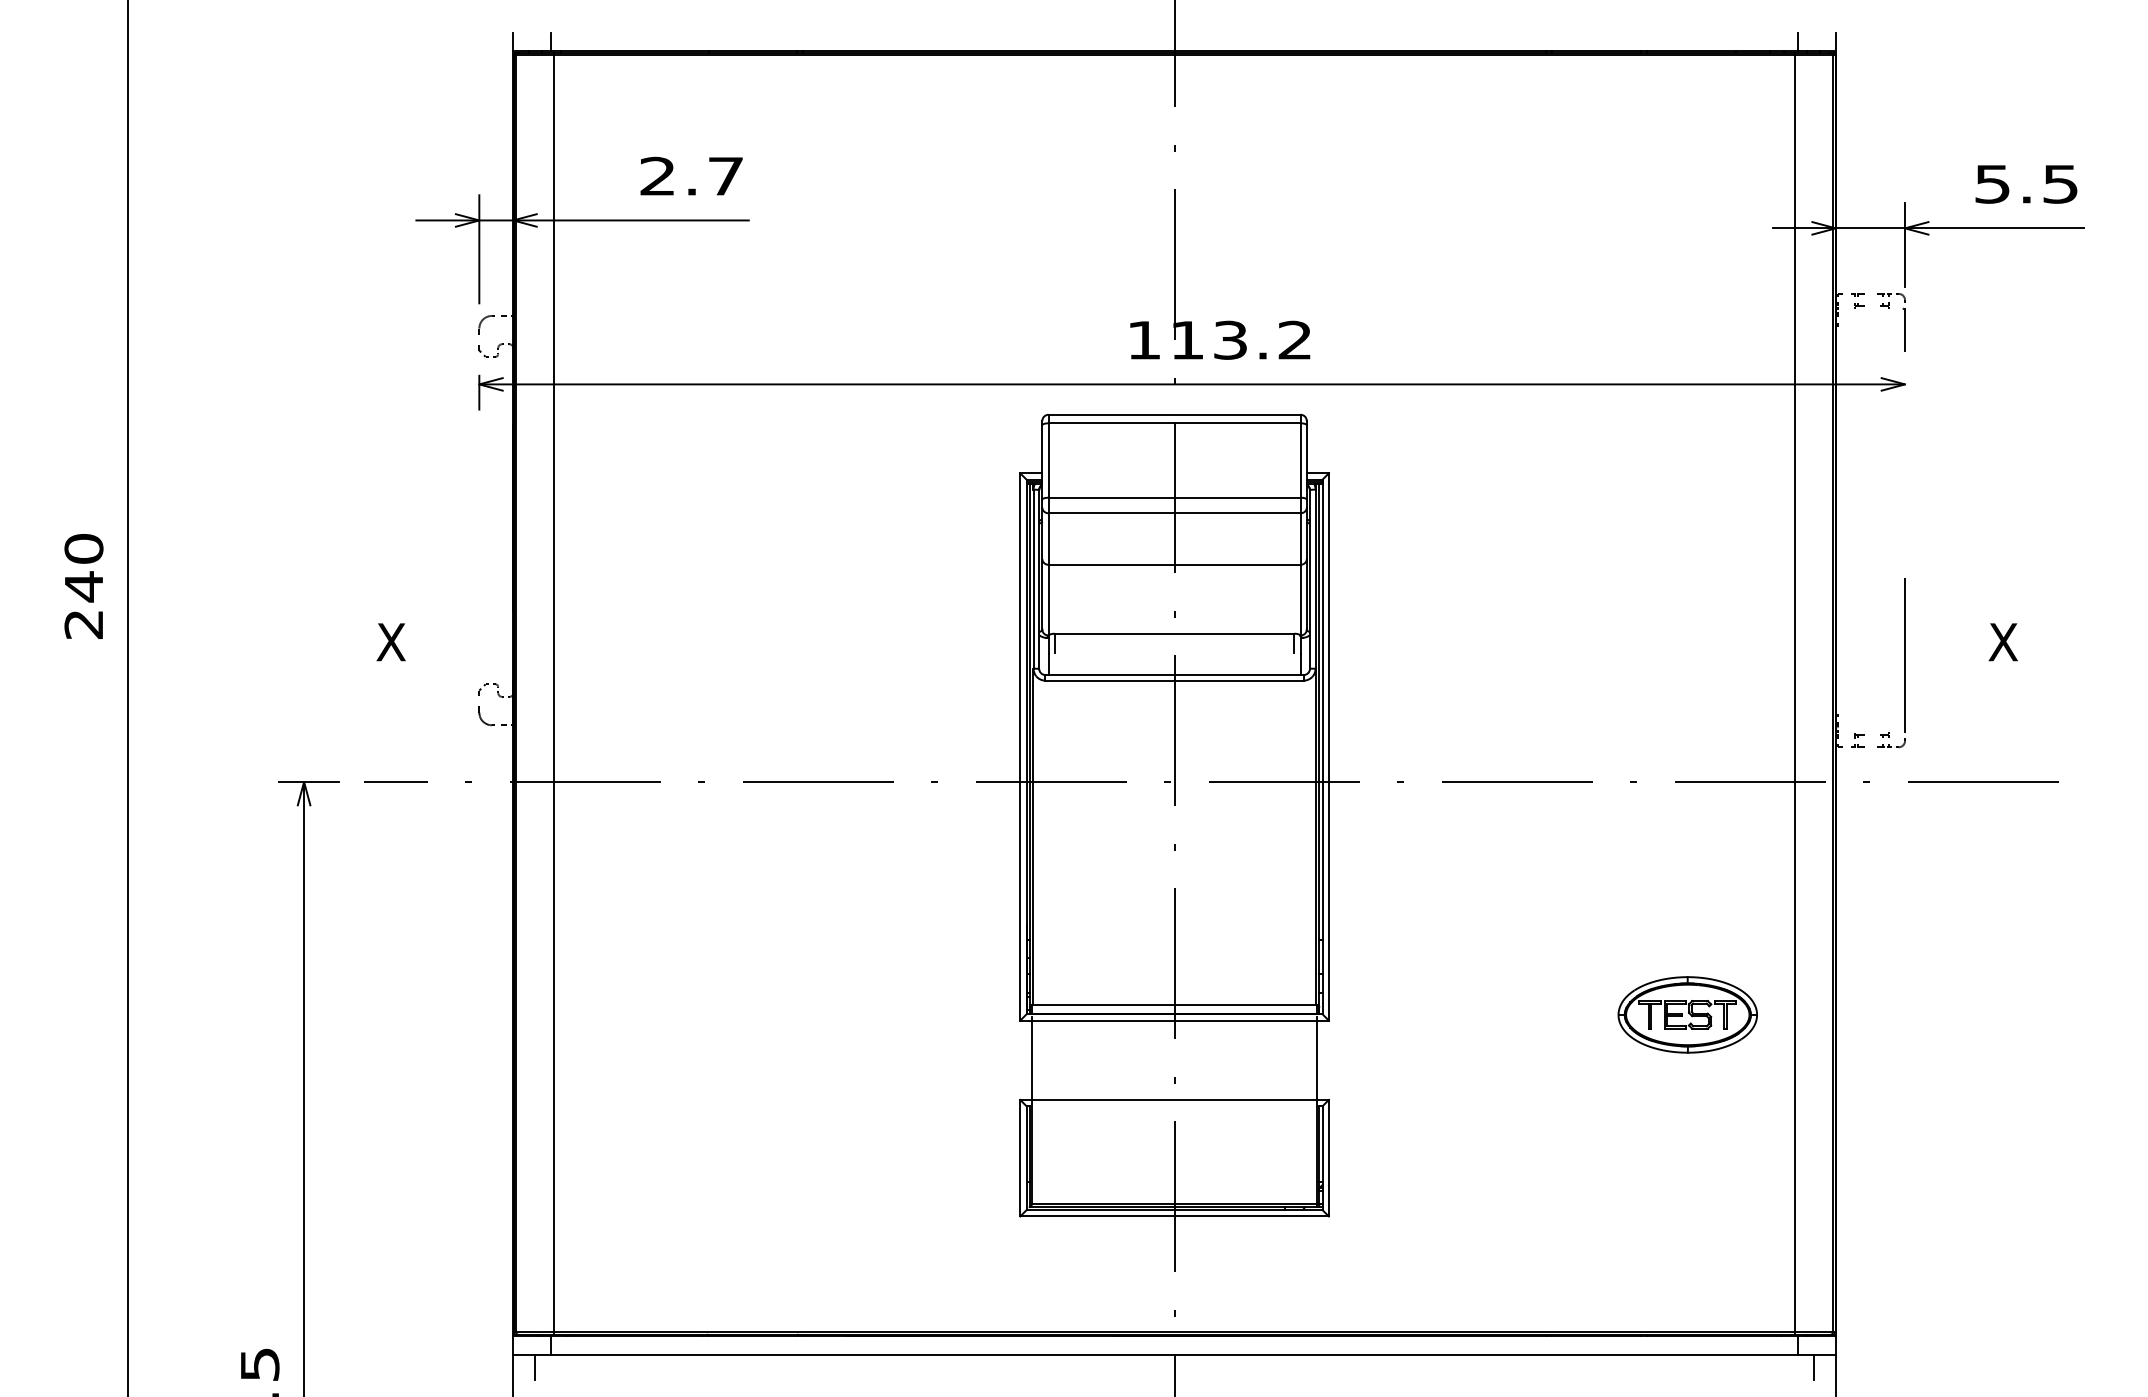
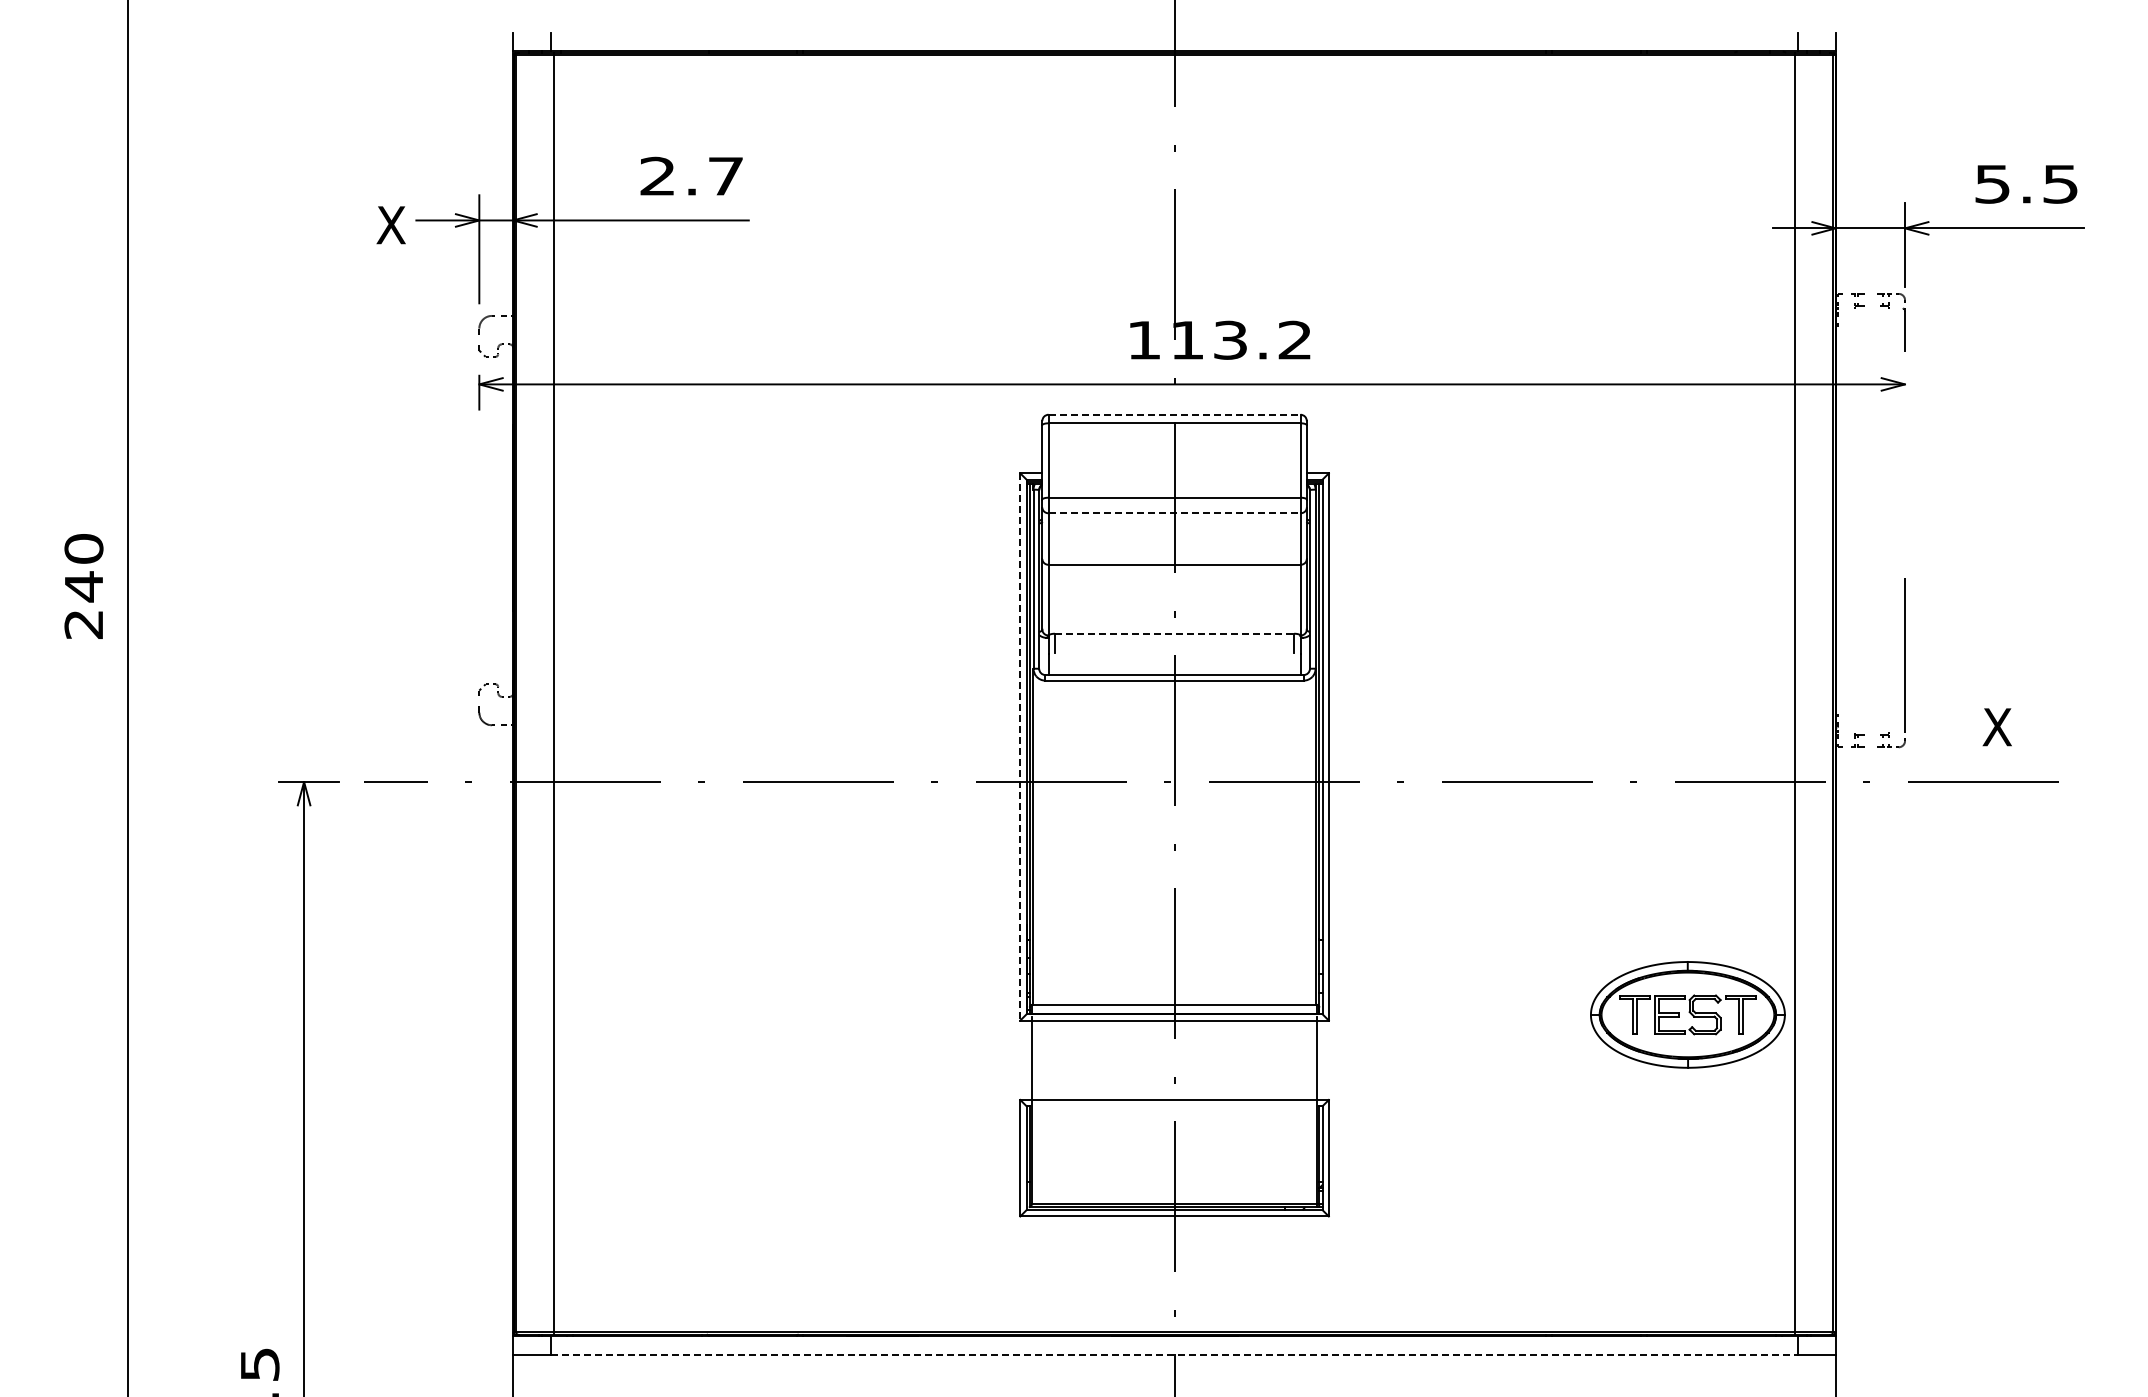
line at (1174, 414): solid -> dashed
line at (1174, 513): solid -> dashed
line at (1174, 633): solid -> dashed
text at (390, 642) position: (390, 642) -> (390, 225)
text at (2002, 642) position: (2002, 642) -> (1996, 727)
line at (1020, 746): solid -> dashed
part at (1687, 1014) size: 141x78 px -> 196x108 px
line at (1175, 1354): solid -> dashed
line at (534, 1367): present -> none
line at (1814, 1367): present -> none
